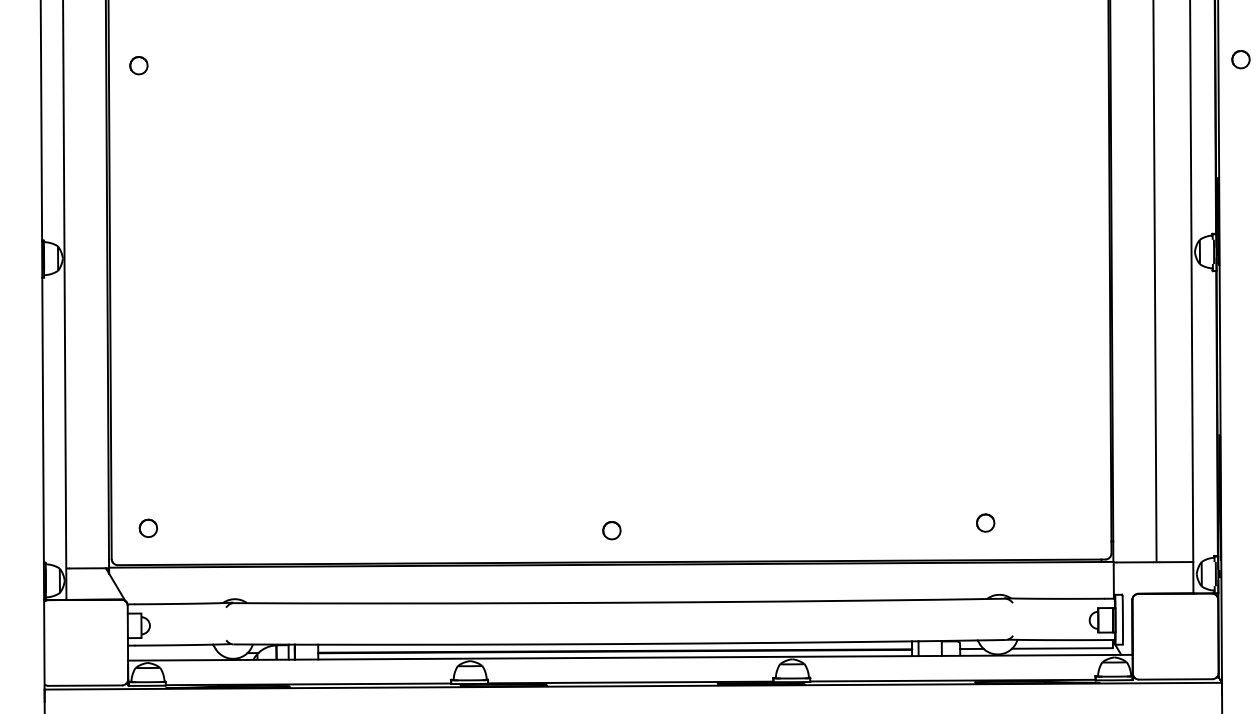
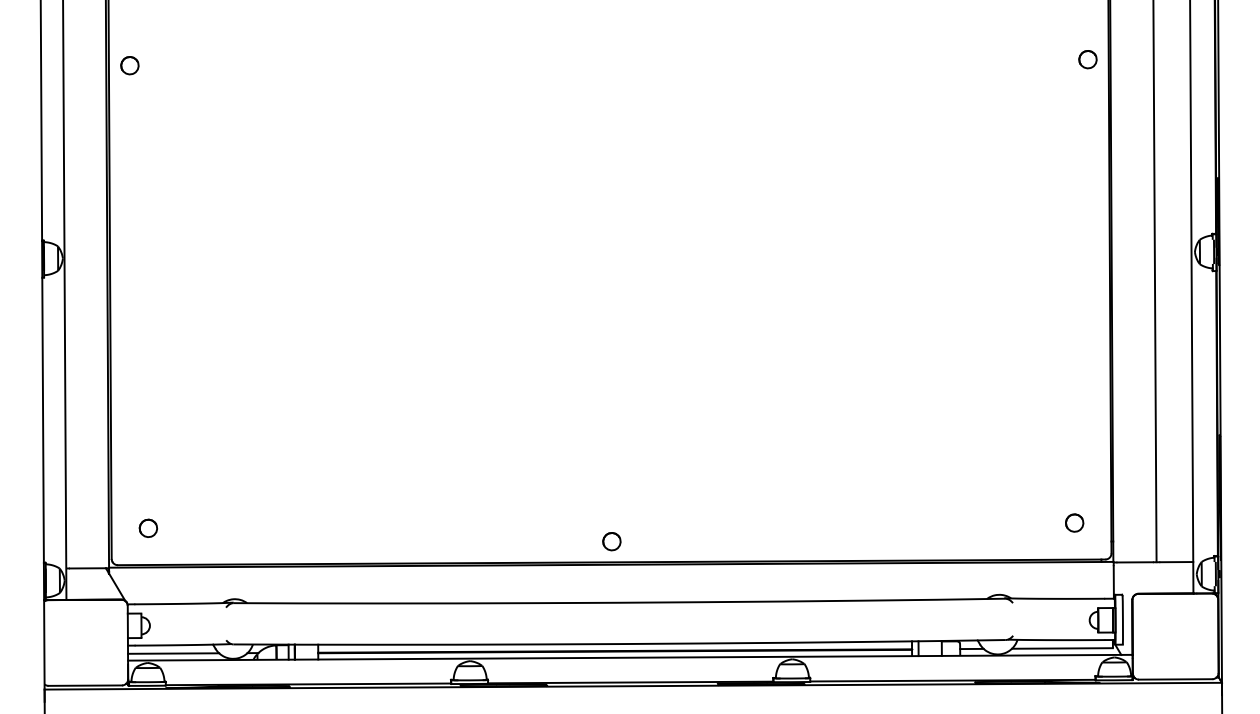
part at (1240, 59) position: (1240, 59) -> (1087, 59)
part at (138, 65) position: (138, 65) -> (129, 65)
part at (985, 522) position: (985, 522) -> (1074, 522)
part at (611, 530) position: (611, 530) -> (611, 541)
line at (173, 653): none -> present
